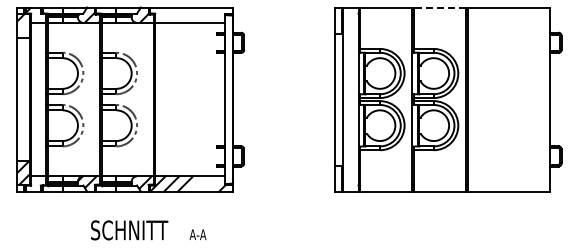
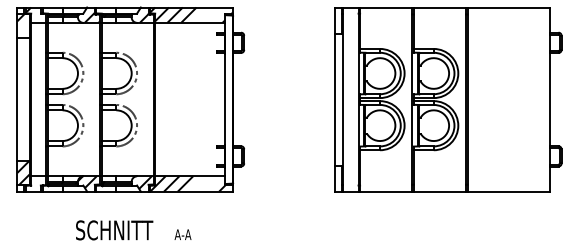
line at (439, 7): dashed -> solid
hatch at (191, 14): none -> present
text at (148, 230) position: (148, 230) -> (133, 230)
